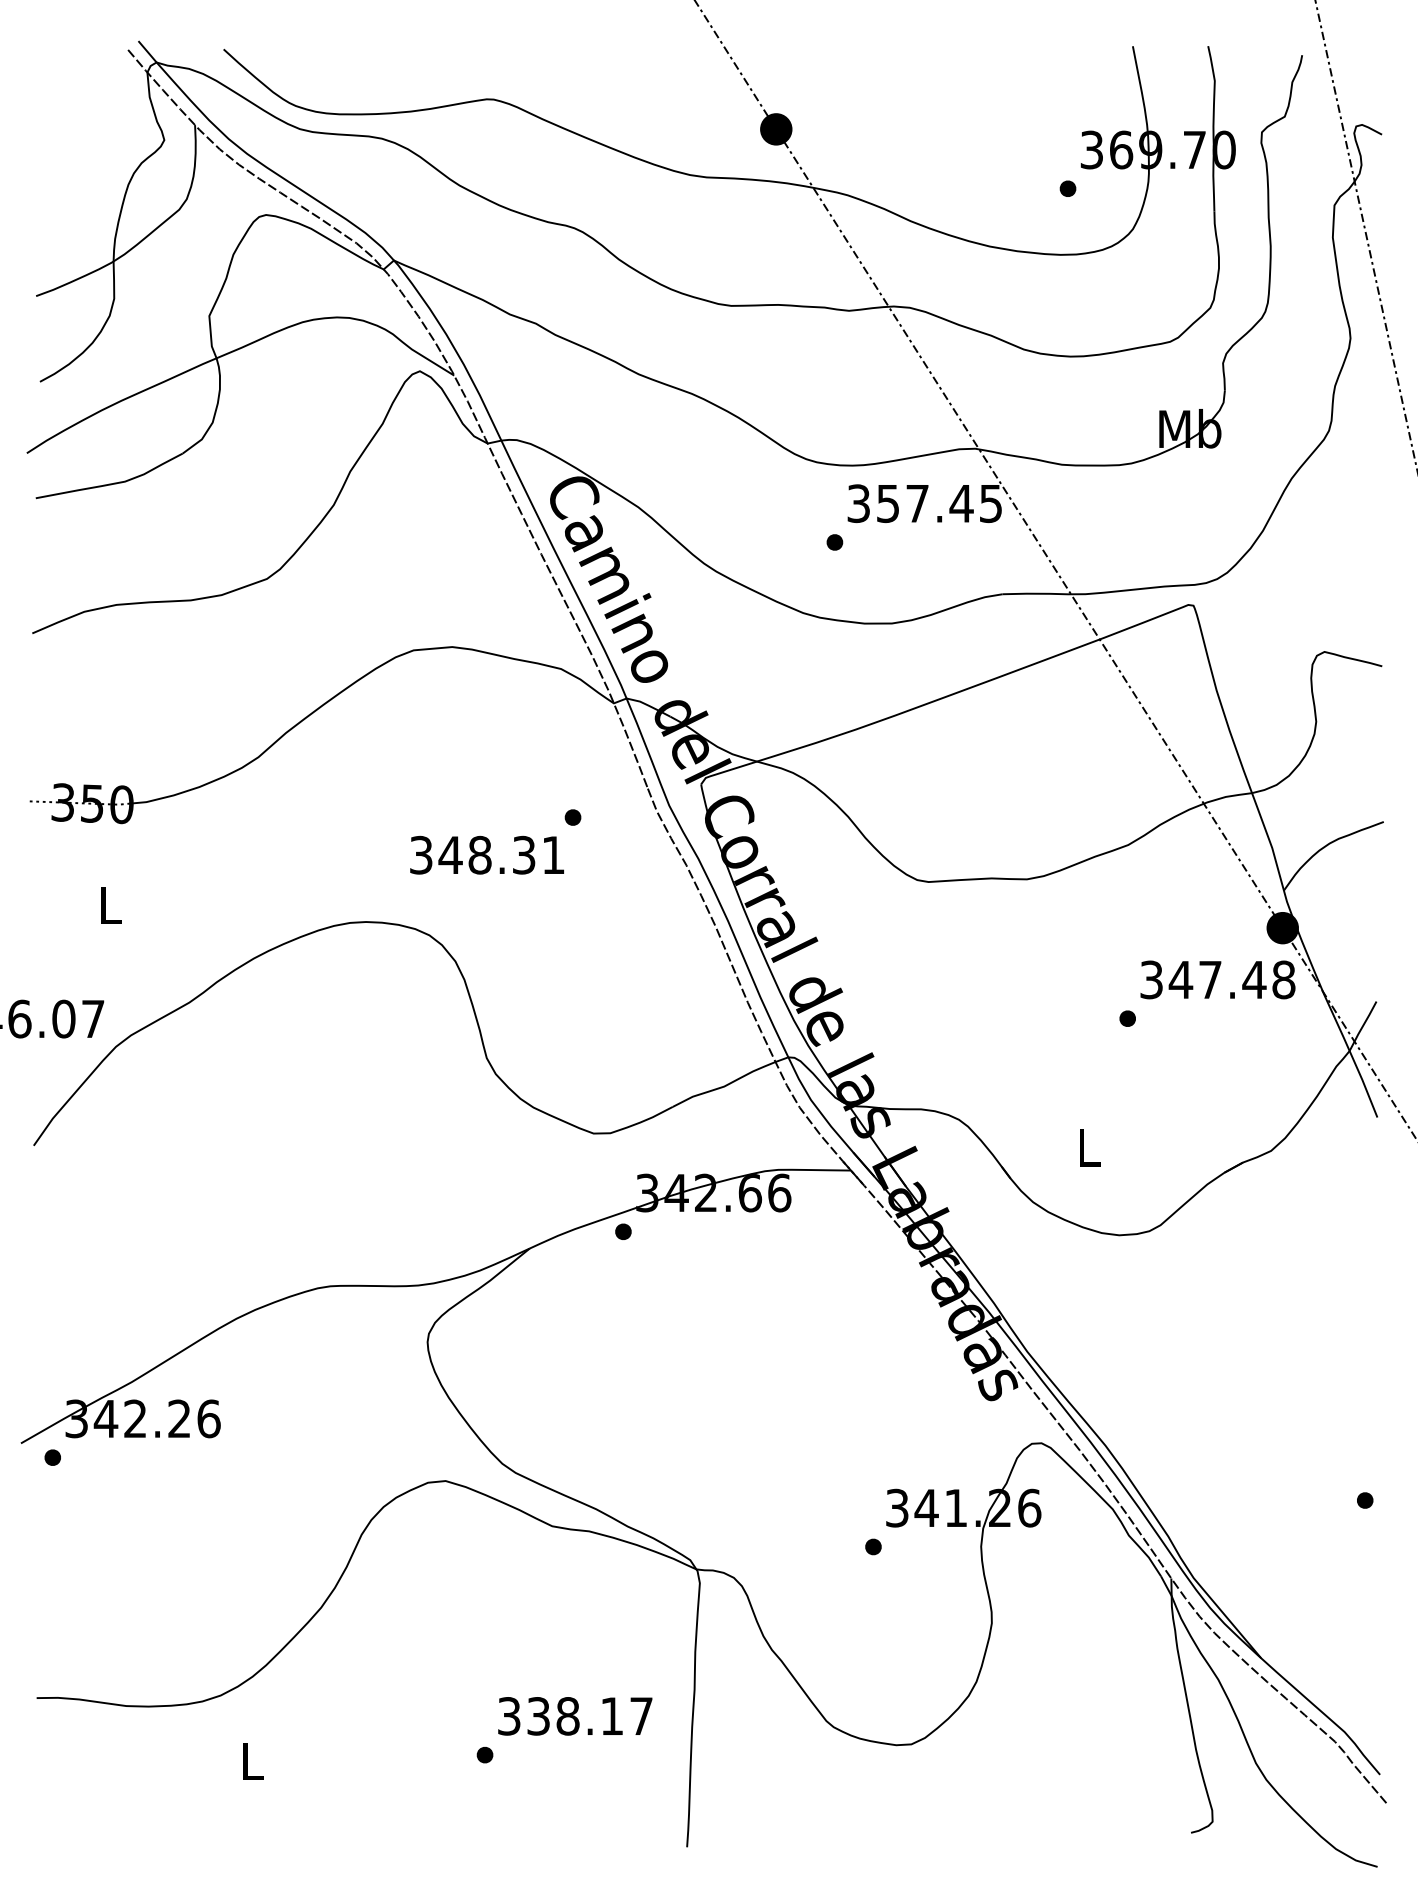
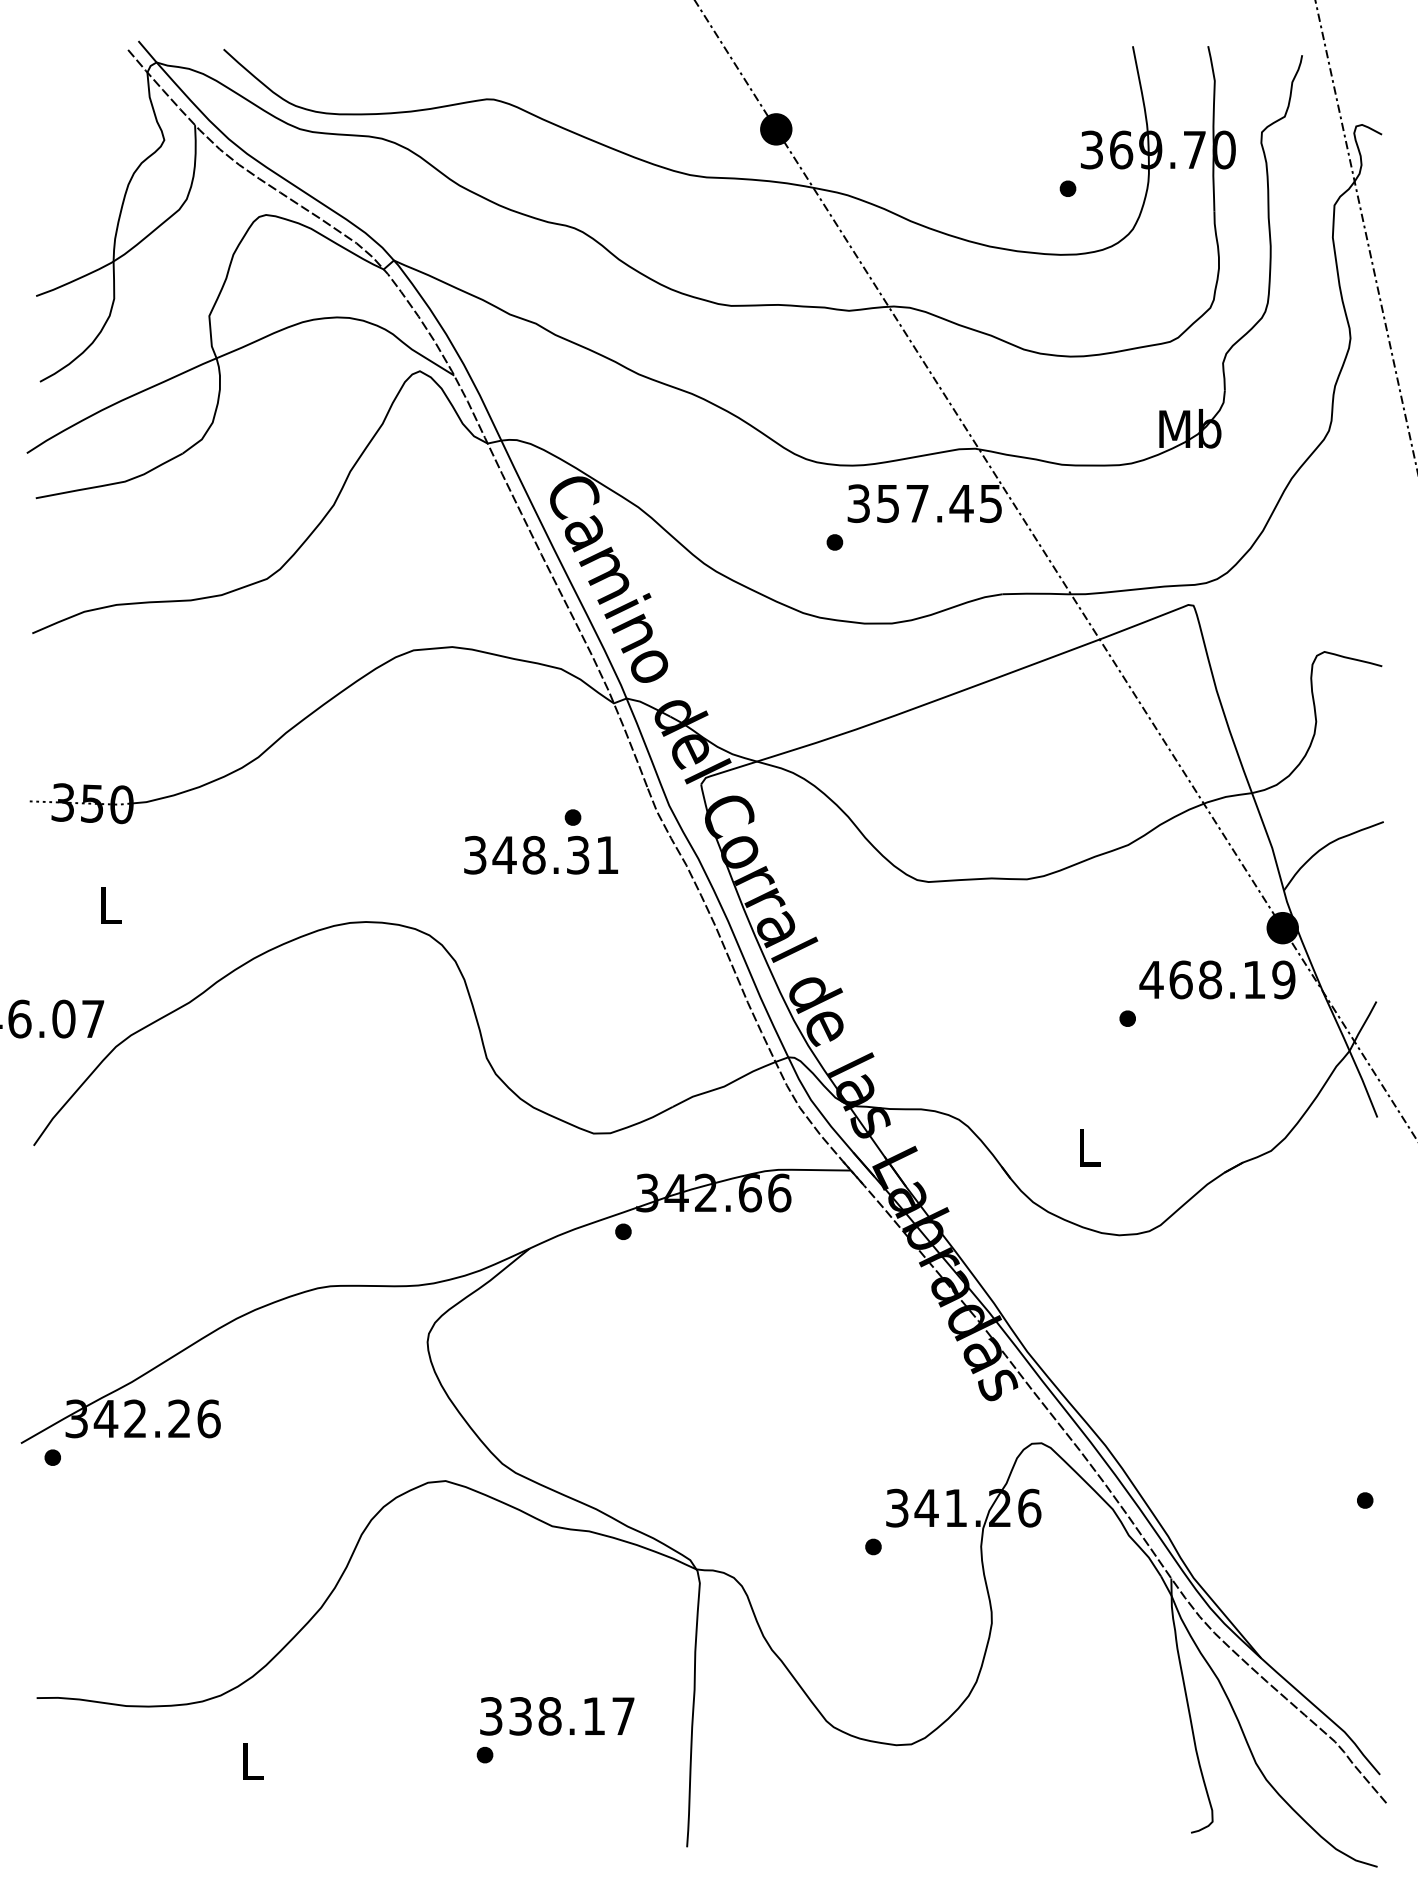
text at (486, 854) position: (486, 854) -> (540, 854)
text at (1217, 979): 347.48 -> 468.19
text at (575, 1716) position: (575, 1716) -> (557, 1716)
